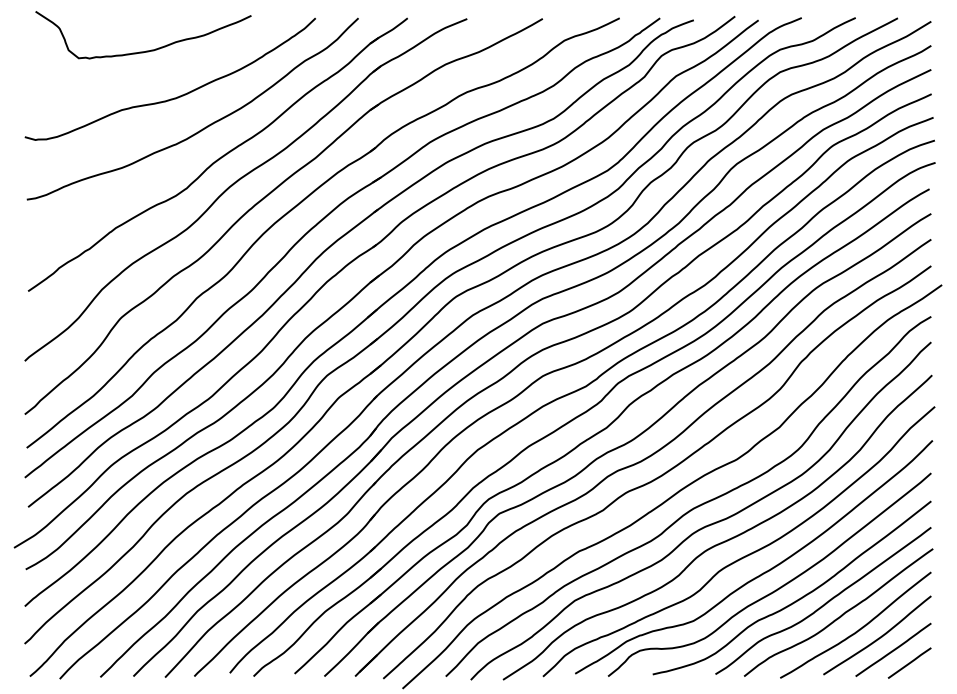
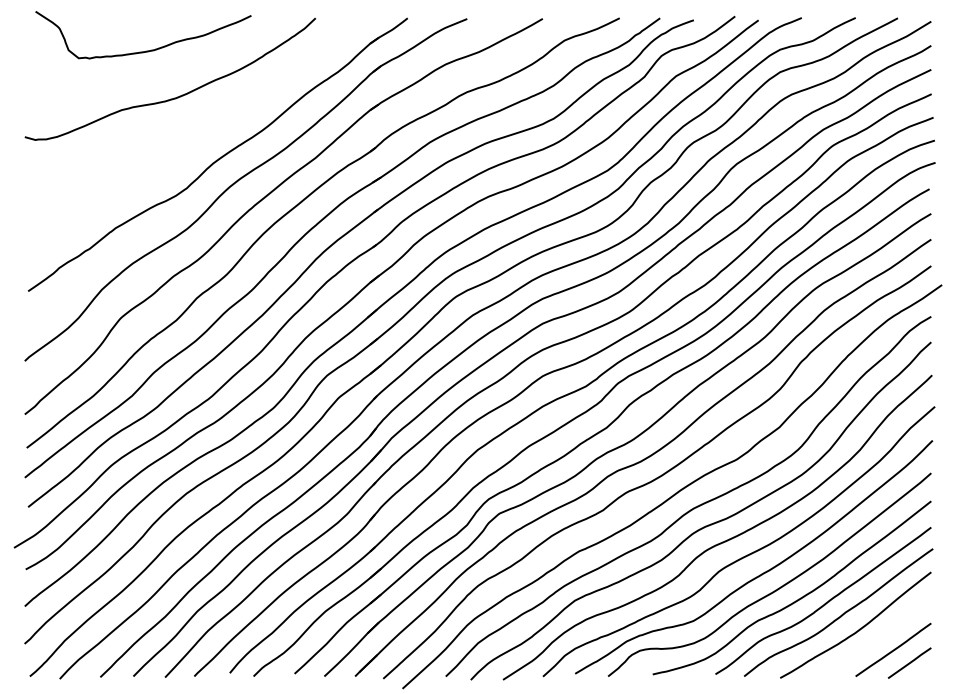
curve at (205, 126): present -> none
curve at (878, 637): present -> none
